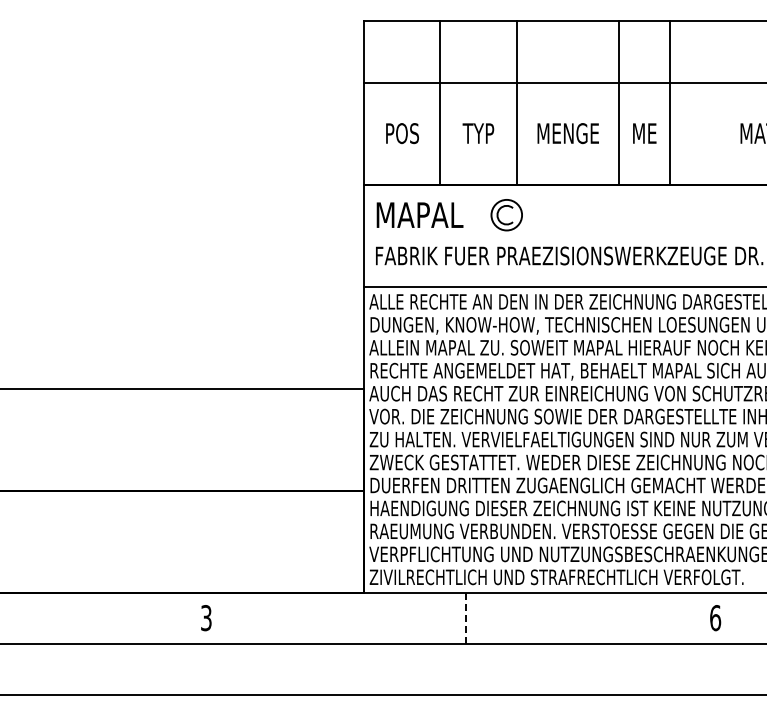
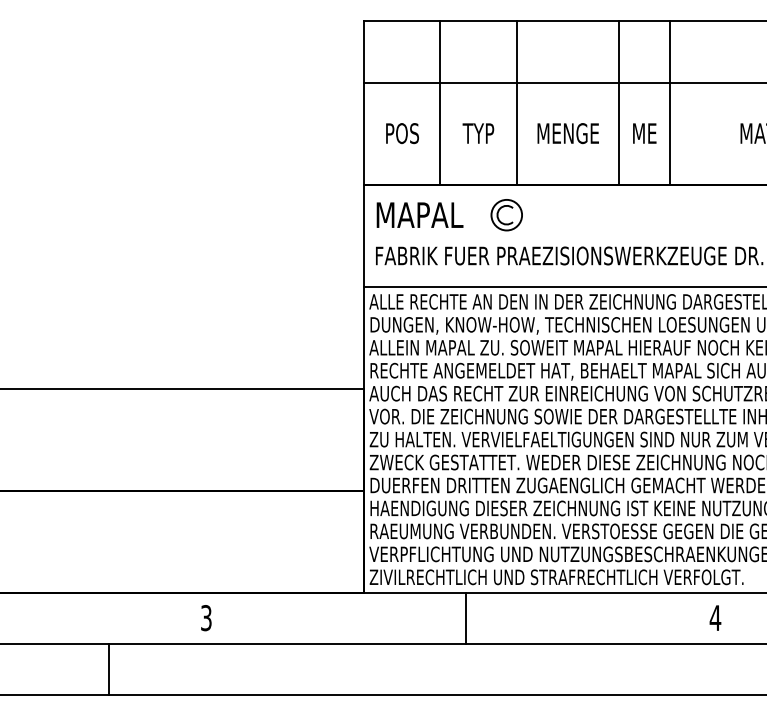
line at (465, 618): dashed -> solid
text at (715, 618): 6 -> 4
line at (108, 668): none -> present
